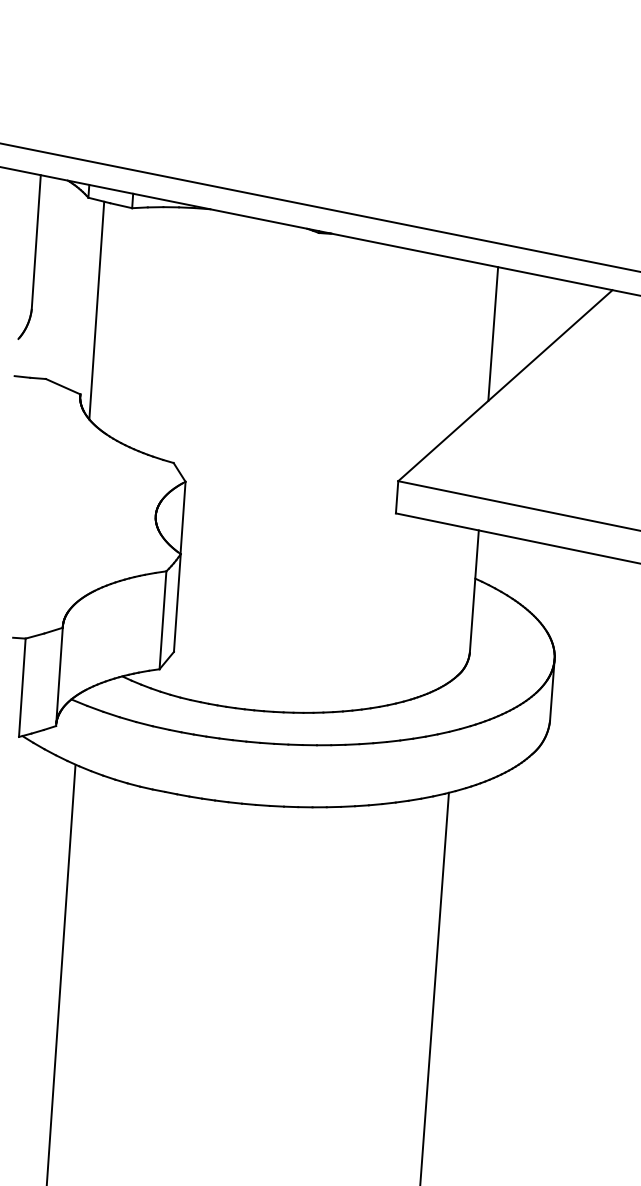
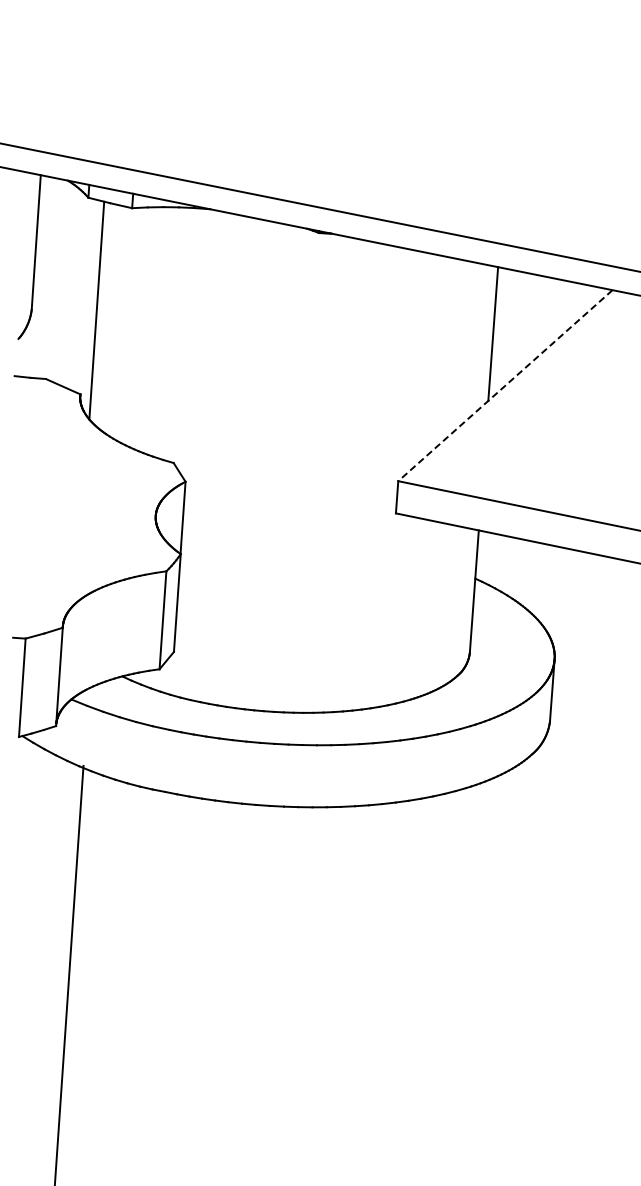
line at (505, 385): solid -> dashed
line at (61, 973) position: (61, 973) -> (69, 973)
line at (434, 987): present -> none
